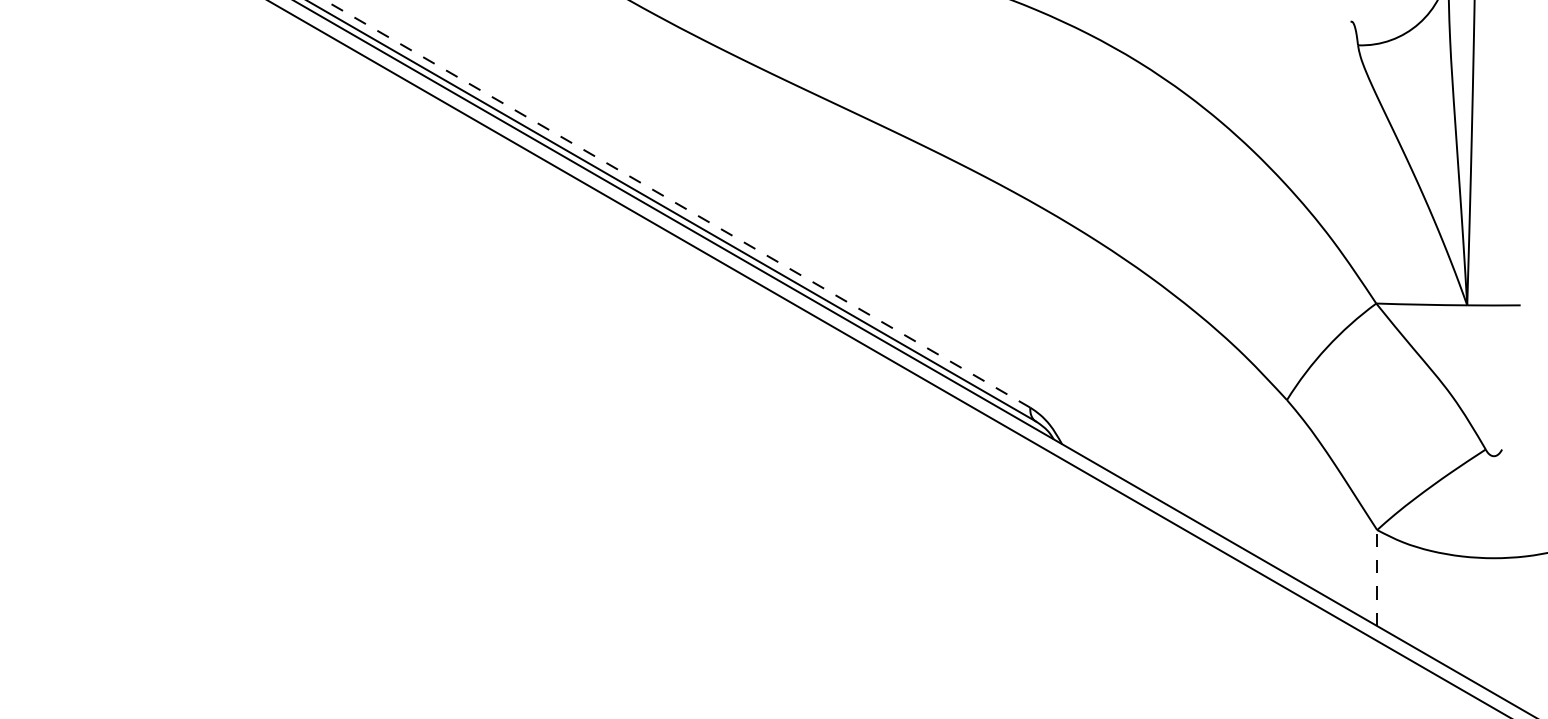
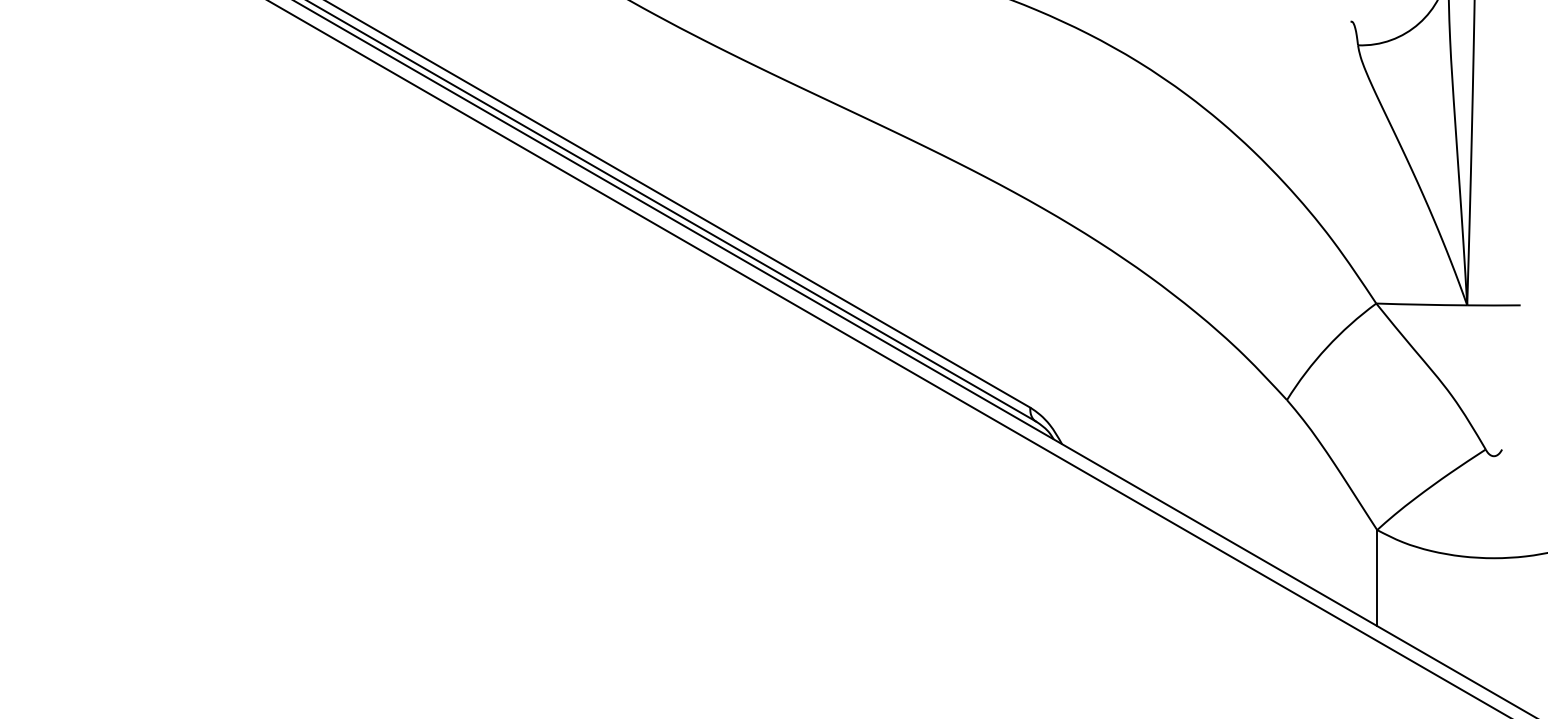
line at (677, 203): dashed -> solid
line at (1377, 577): dashed -> solid
